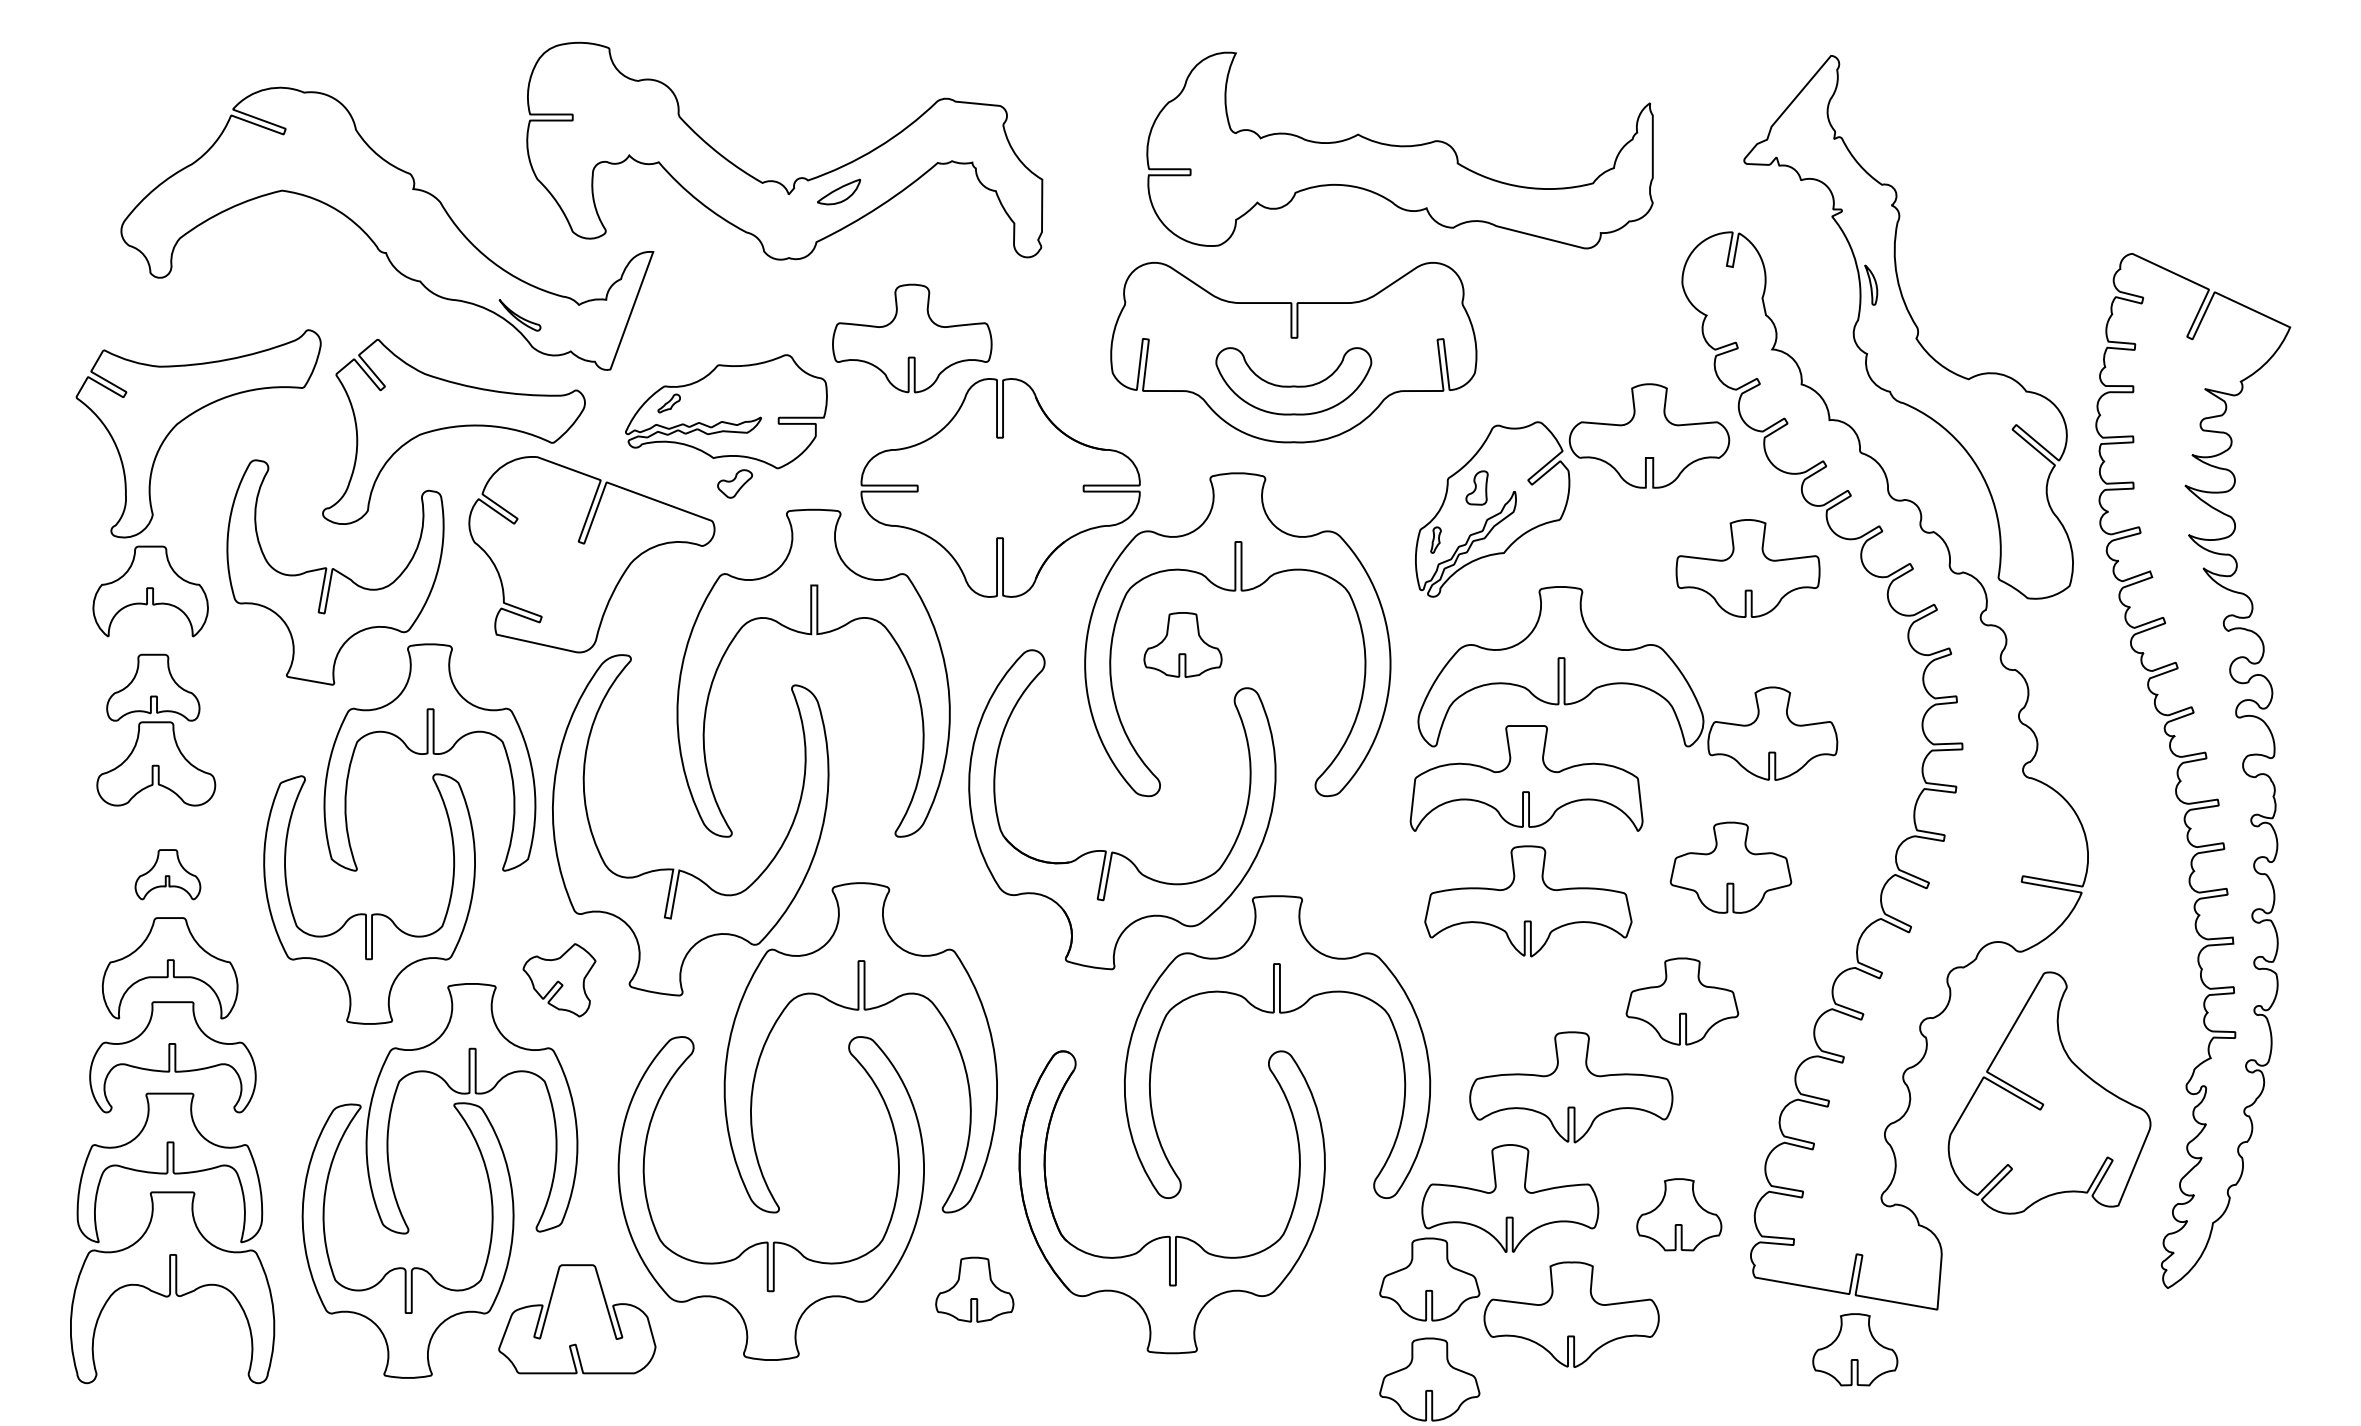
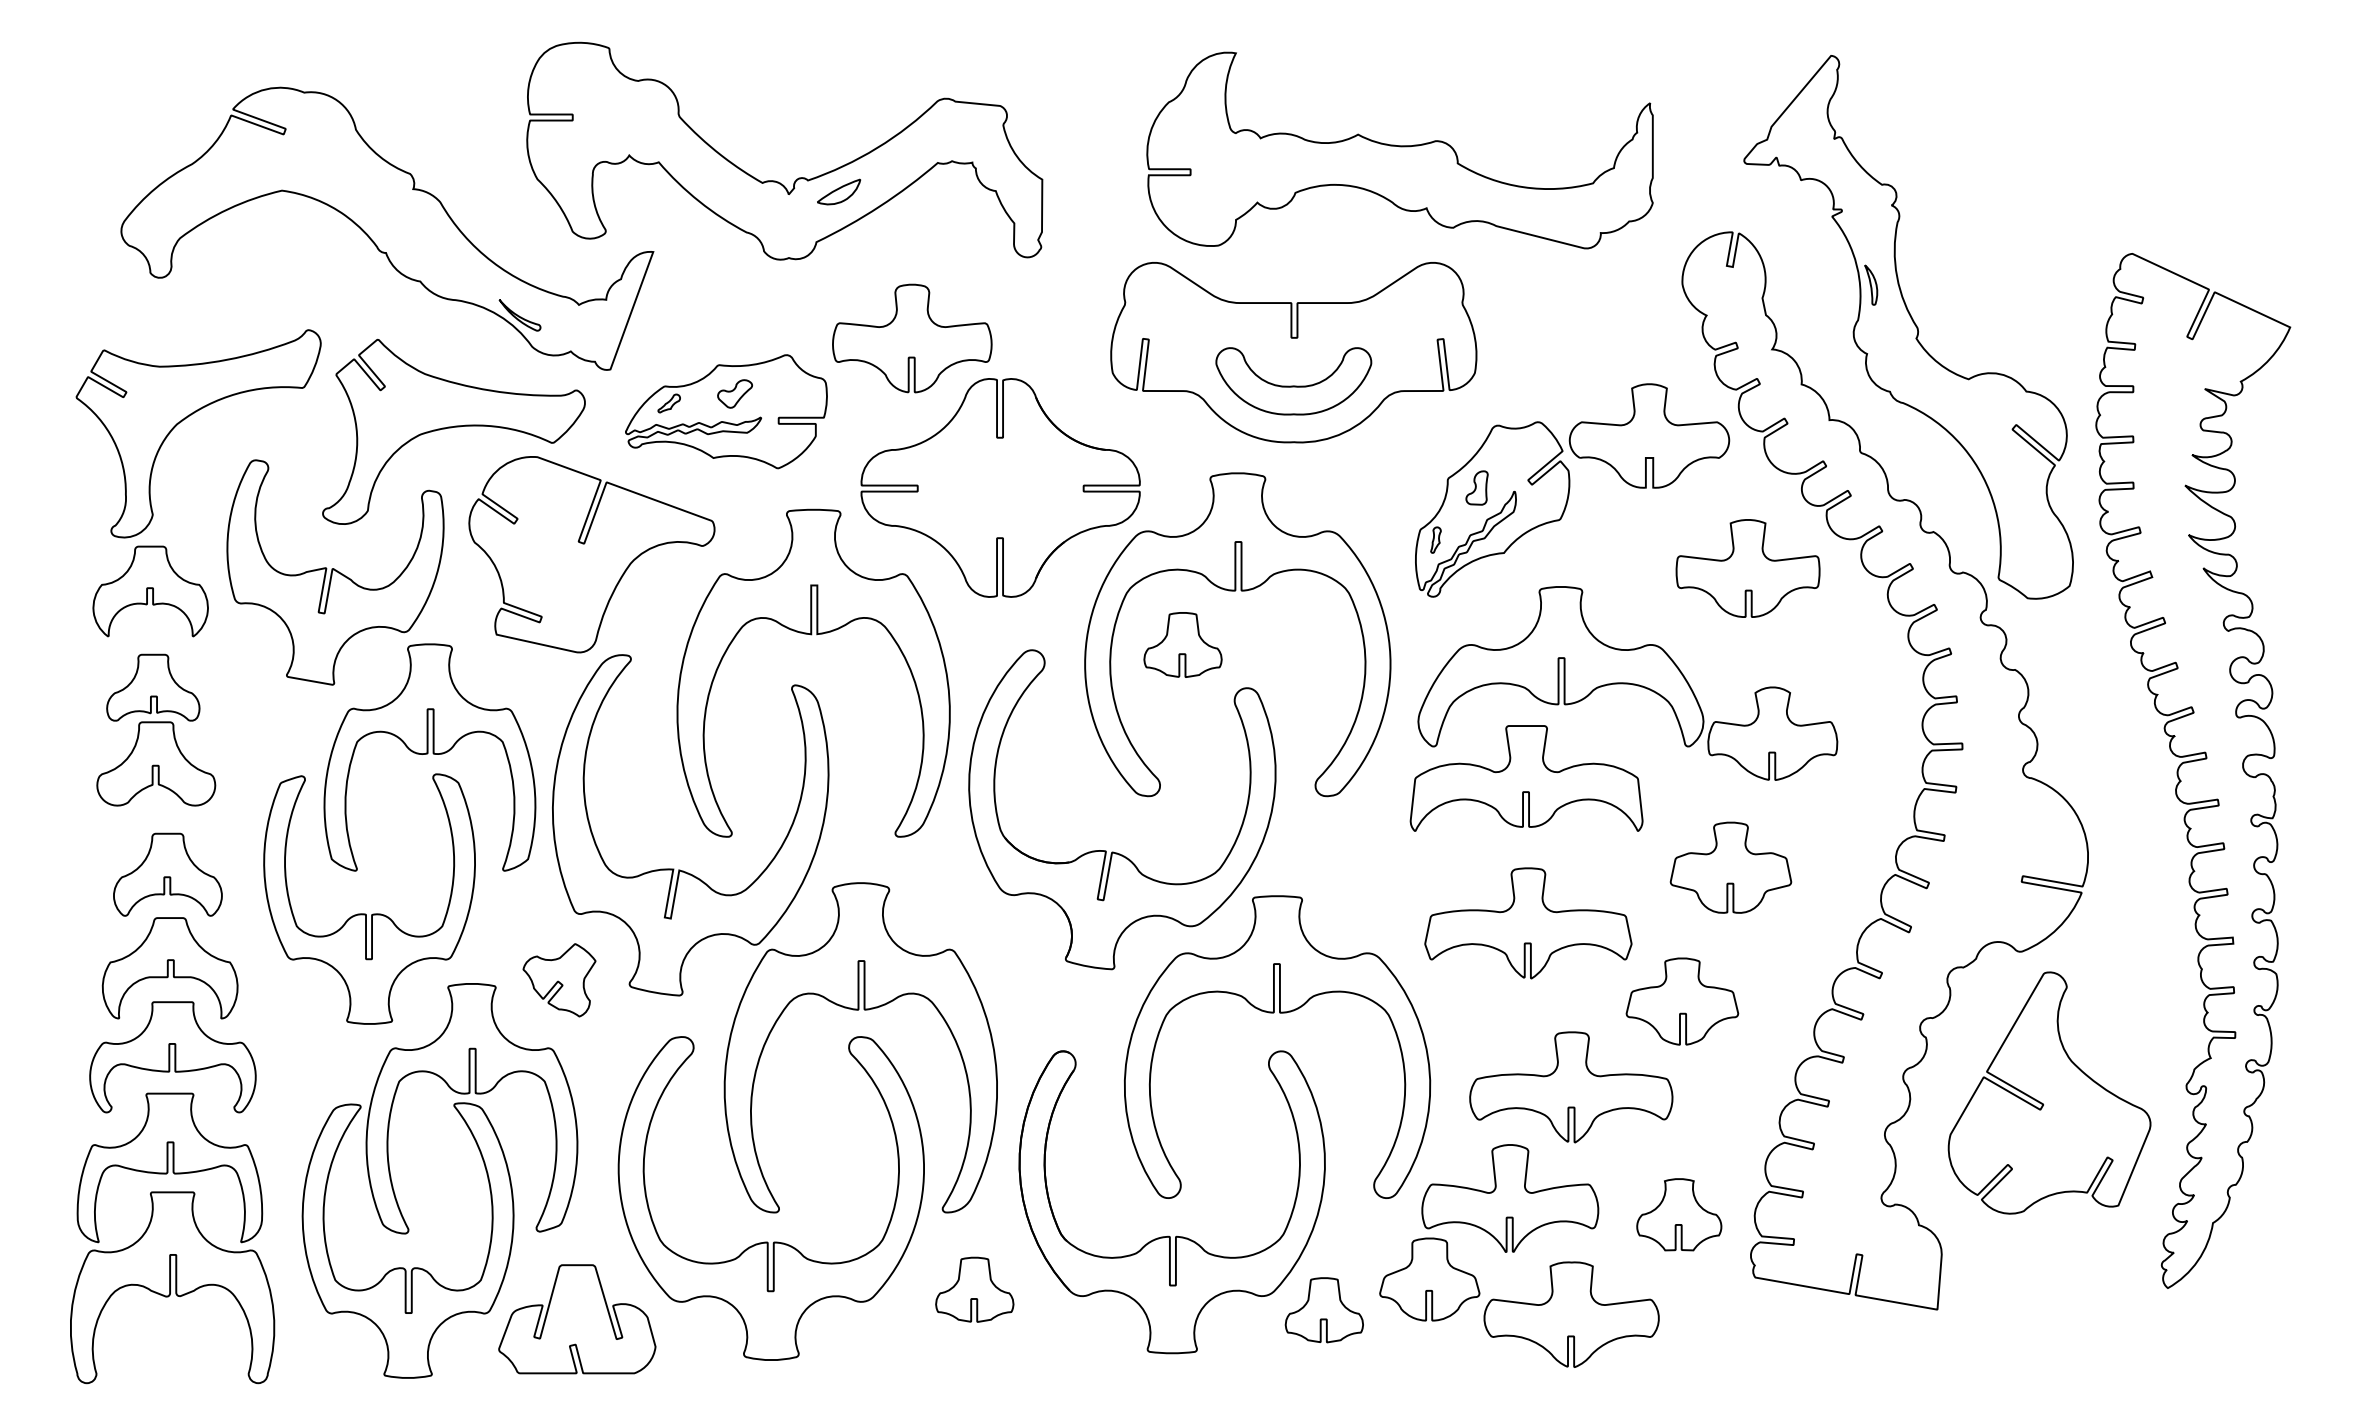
part at (734, 483) position: (734, 483) -> (734, 393)
part at (167, 874) size: 68x52 px -> 110x85 px
part at (1528, 901) position: (1528, 901) -> (1528, 923)
part at (1323, 1310): none -> present
part at (1855, 1349): present -> none
part at (1429, 1379): present -> none
